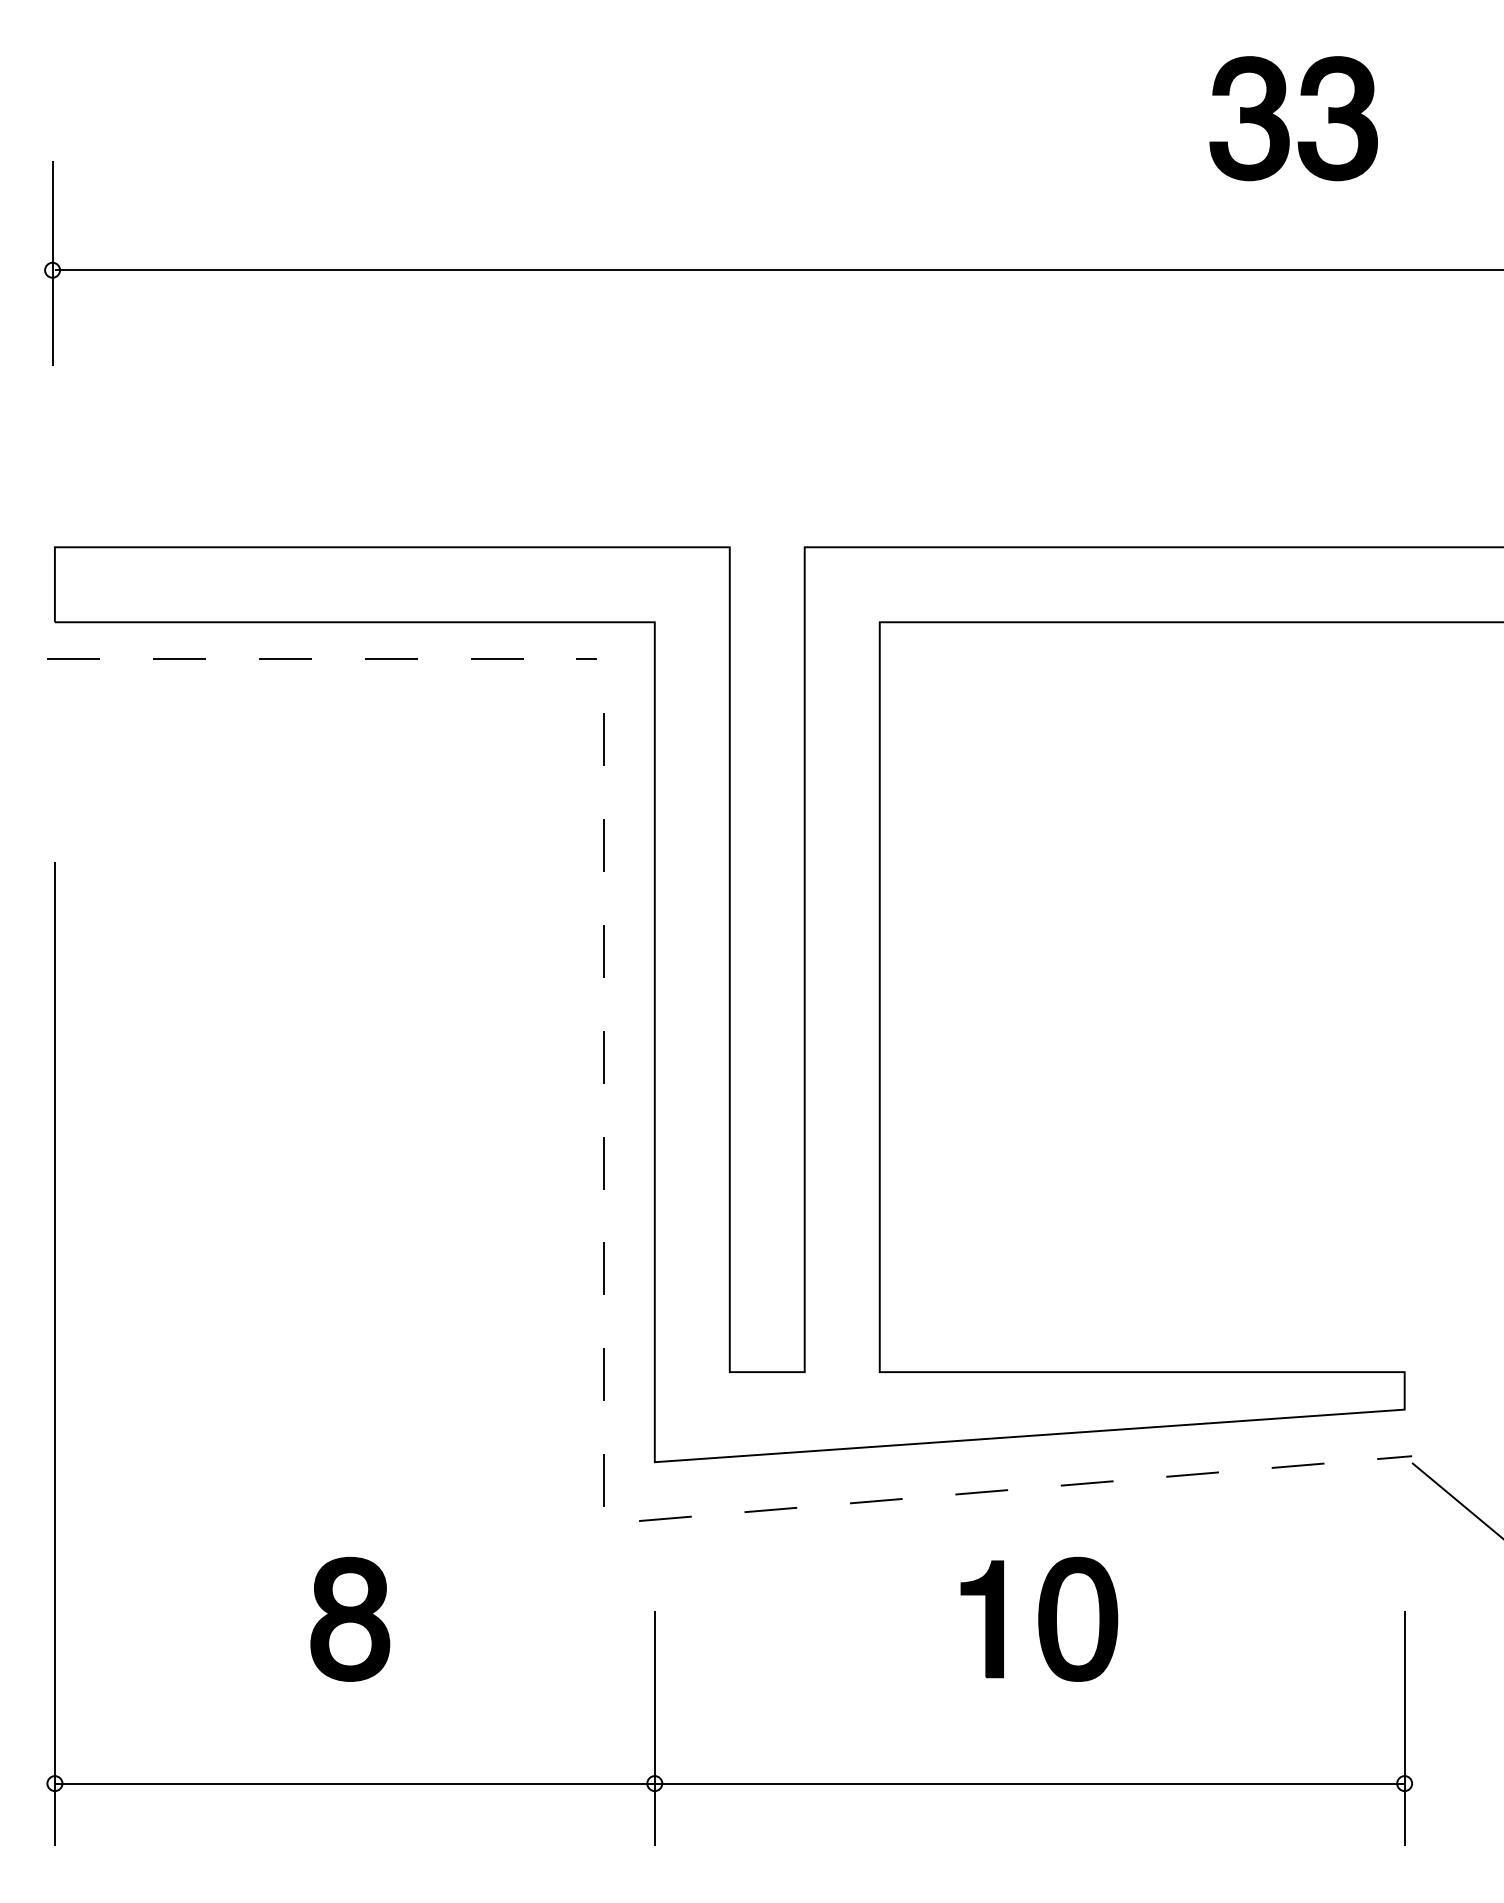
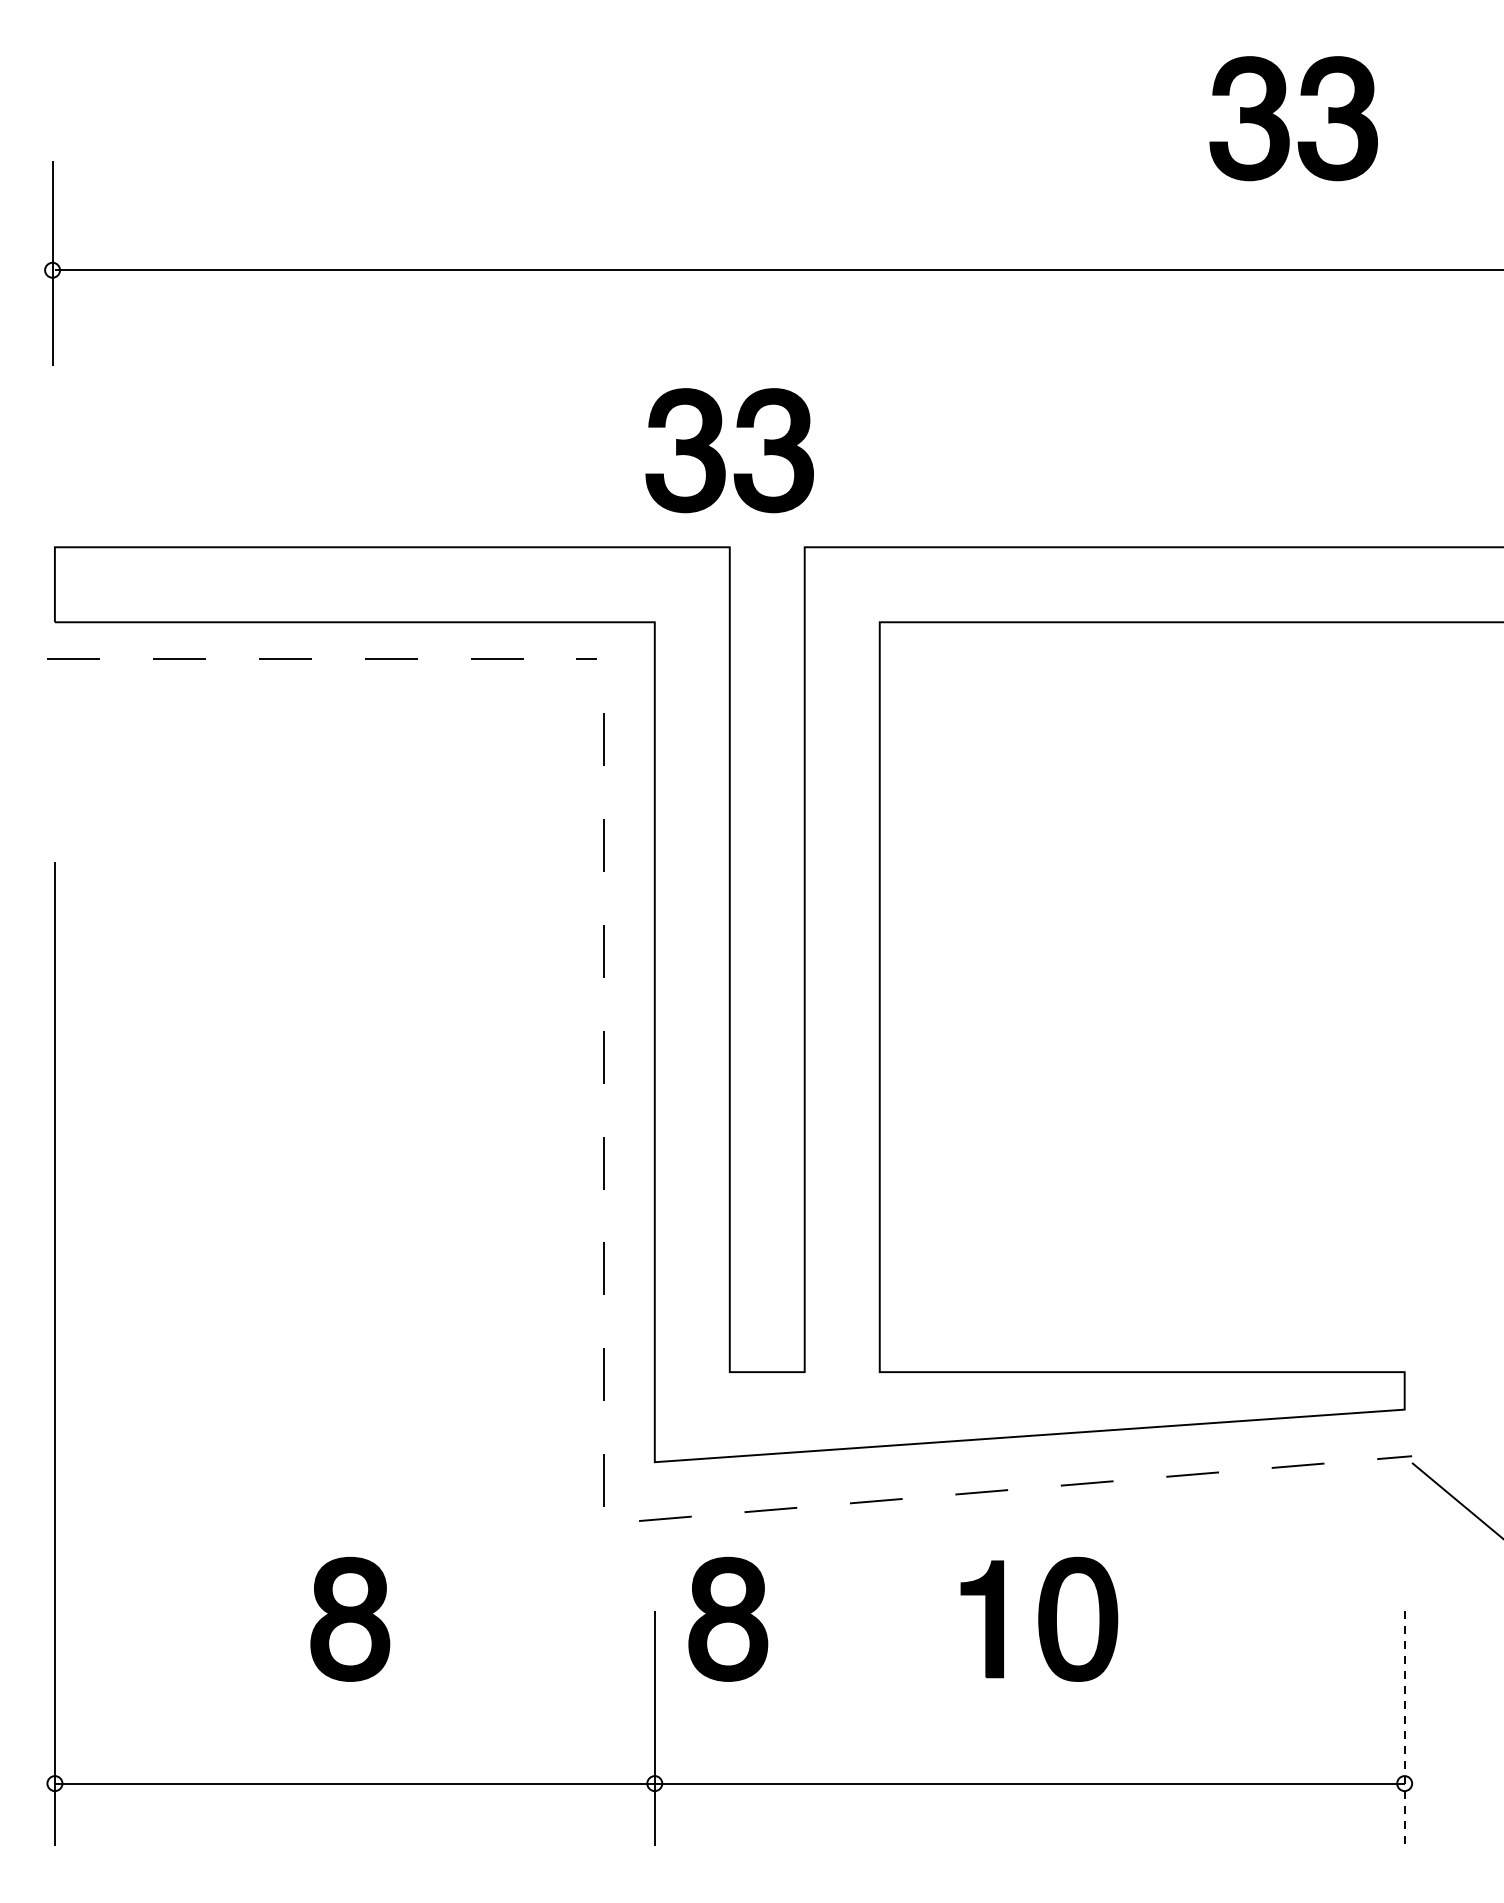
part at (721, 456): none -> present
part at (728, 1618): none -> present
line at (1404, 1729): solid -> dashed
